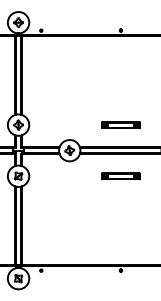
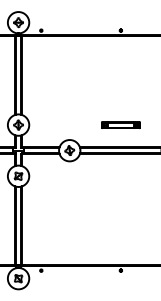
part at (120, 176): present -> none
